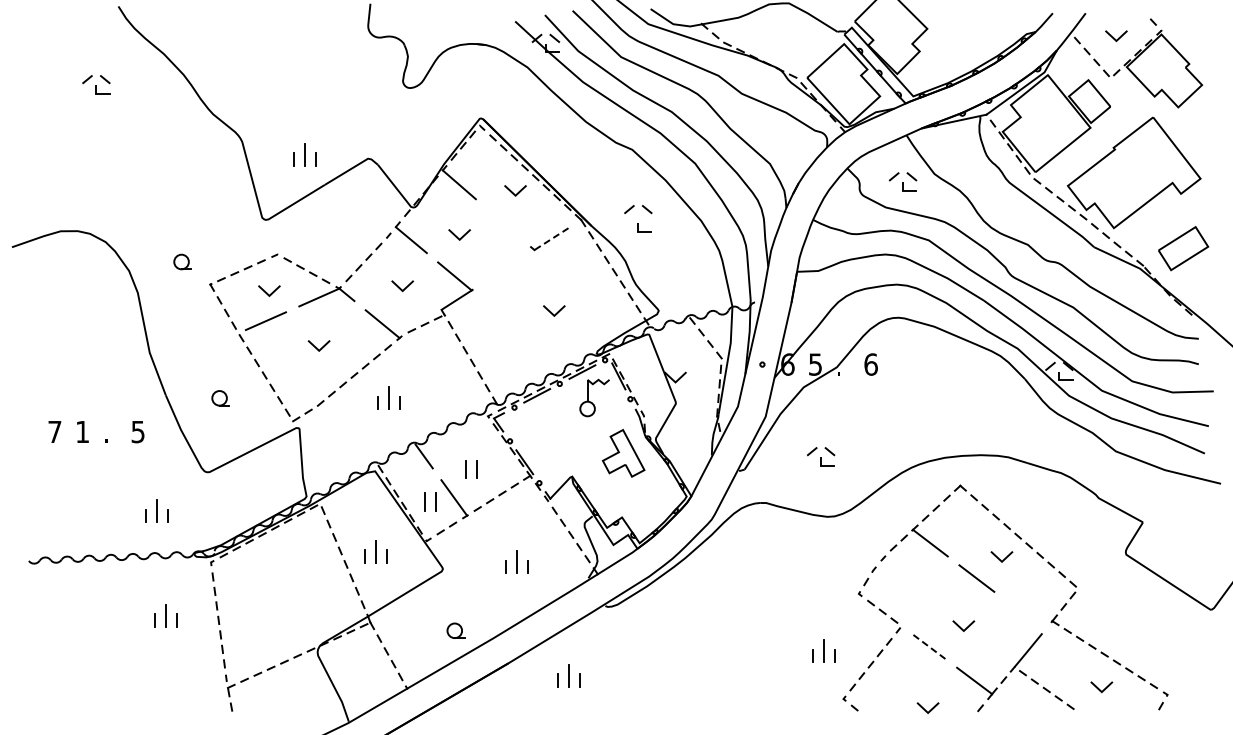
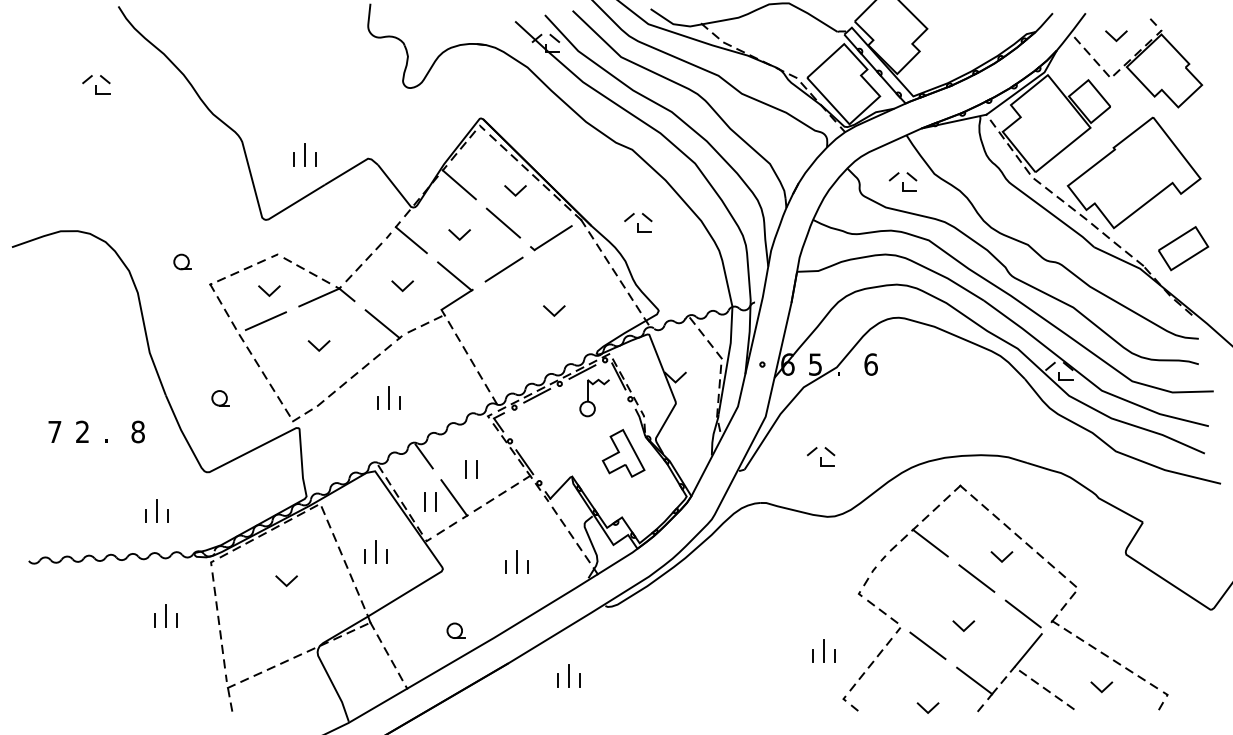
part at (638, 209) position: (638, 209) -> (638, 217)
line at (503, 222): none -> present
line at (553, 238): dashed -> solid
line at (503, 269): none -> present
text at (82, 431): 1 -> 2
text at (137, 431): 5 -> 8
line at (284, 582): none -> present
line at (1022, 613): none -> present
line at (927, 645): dashed -> solid
